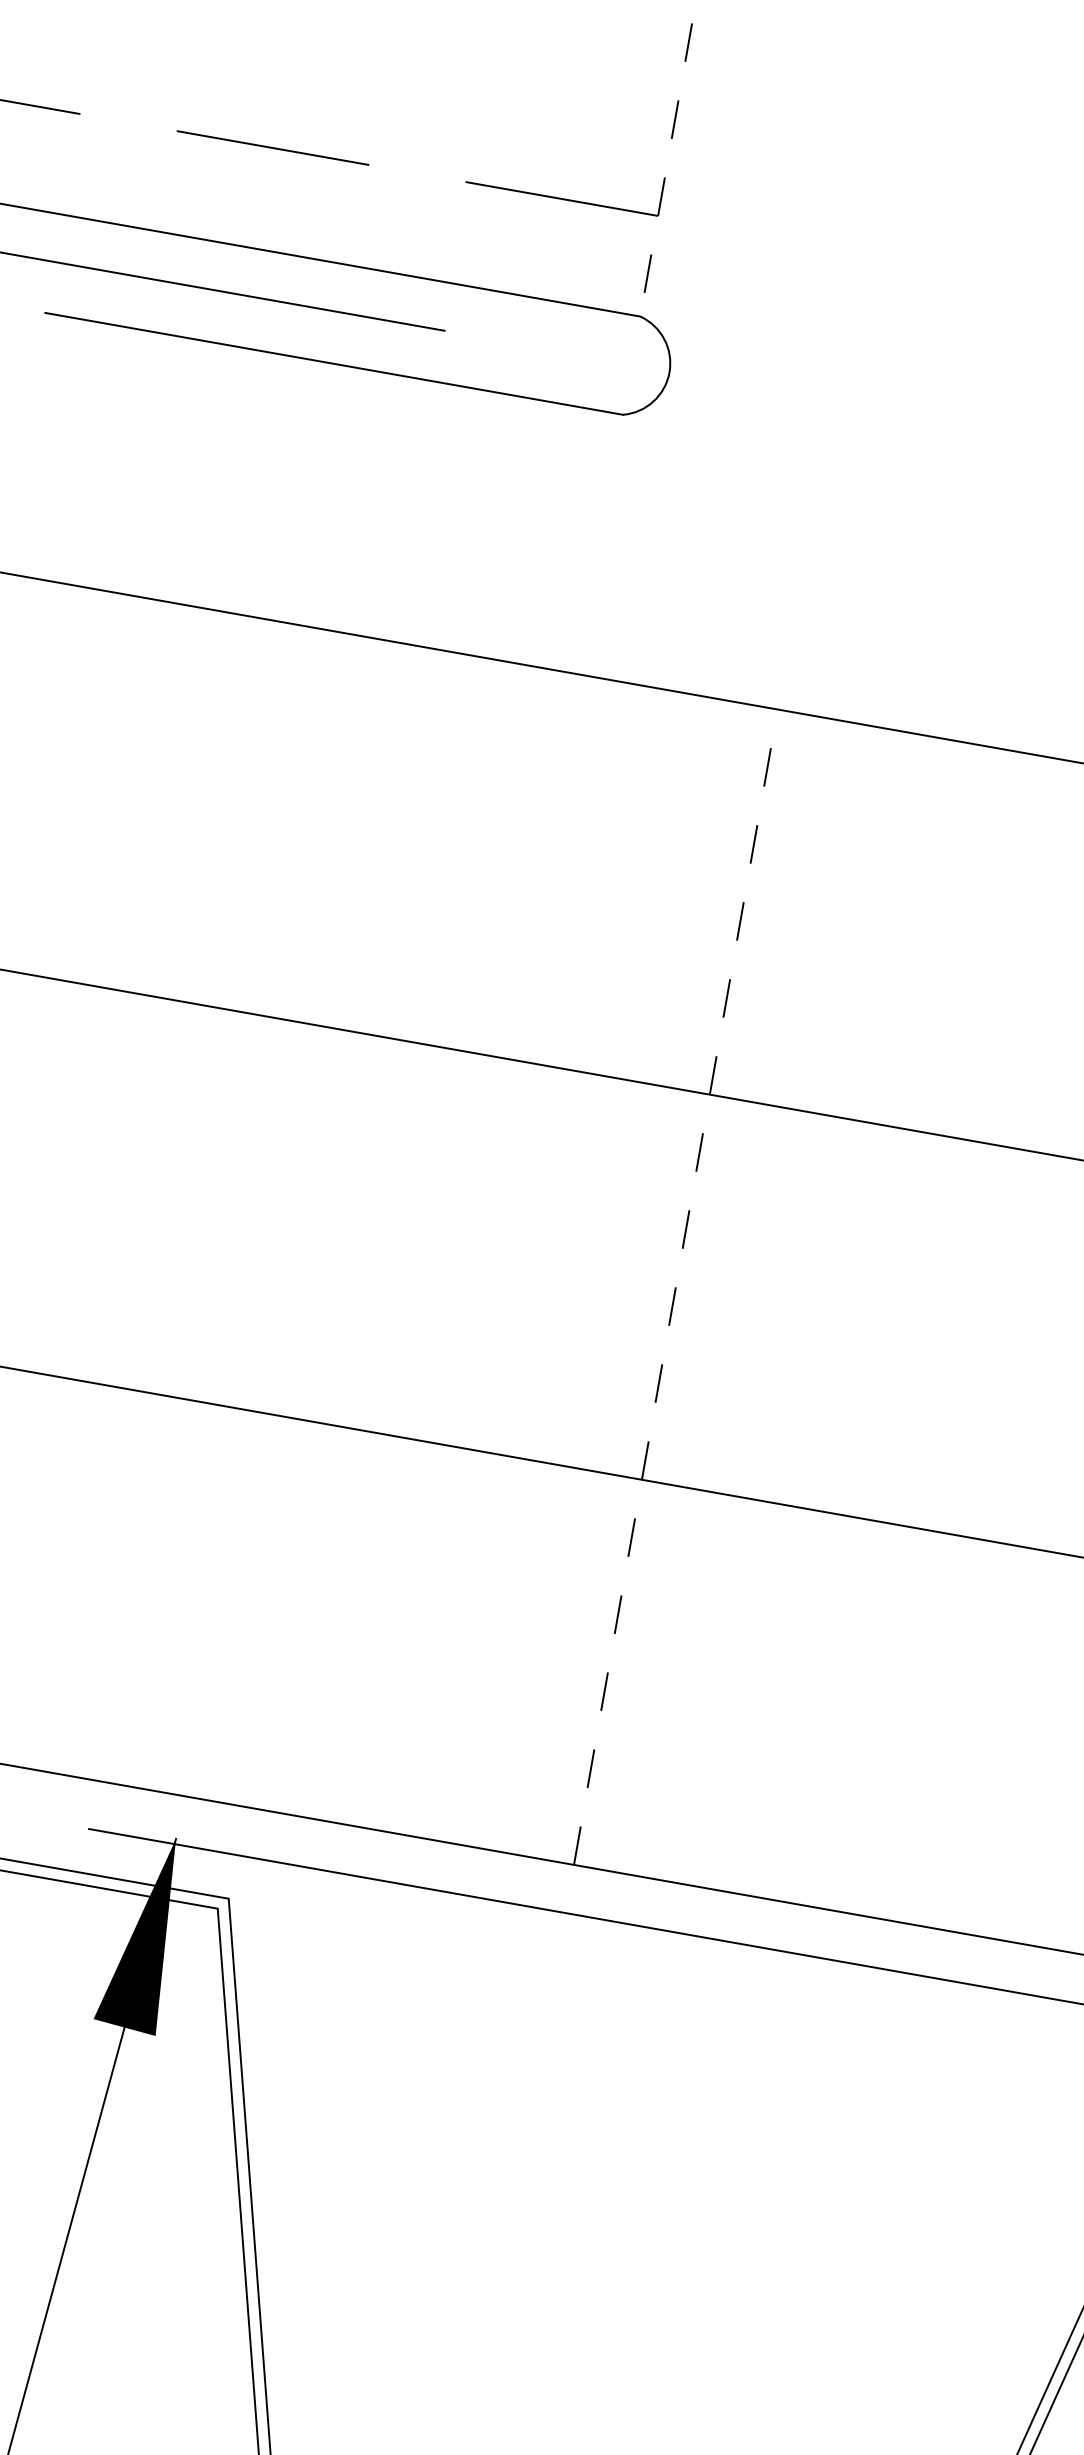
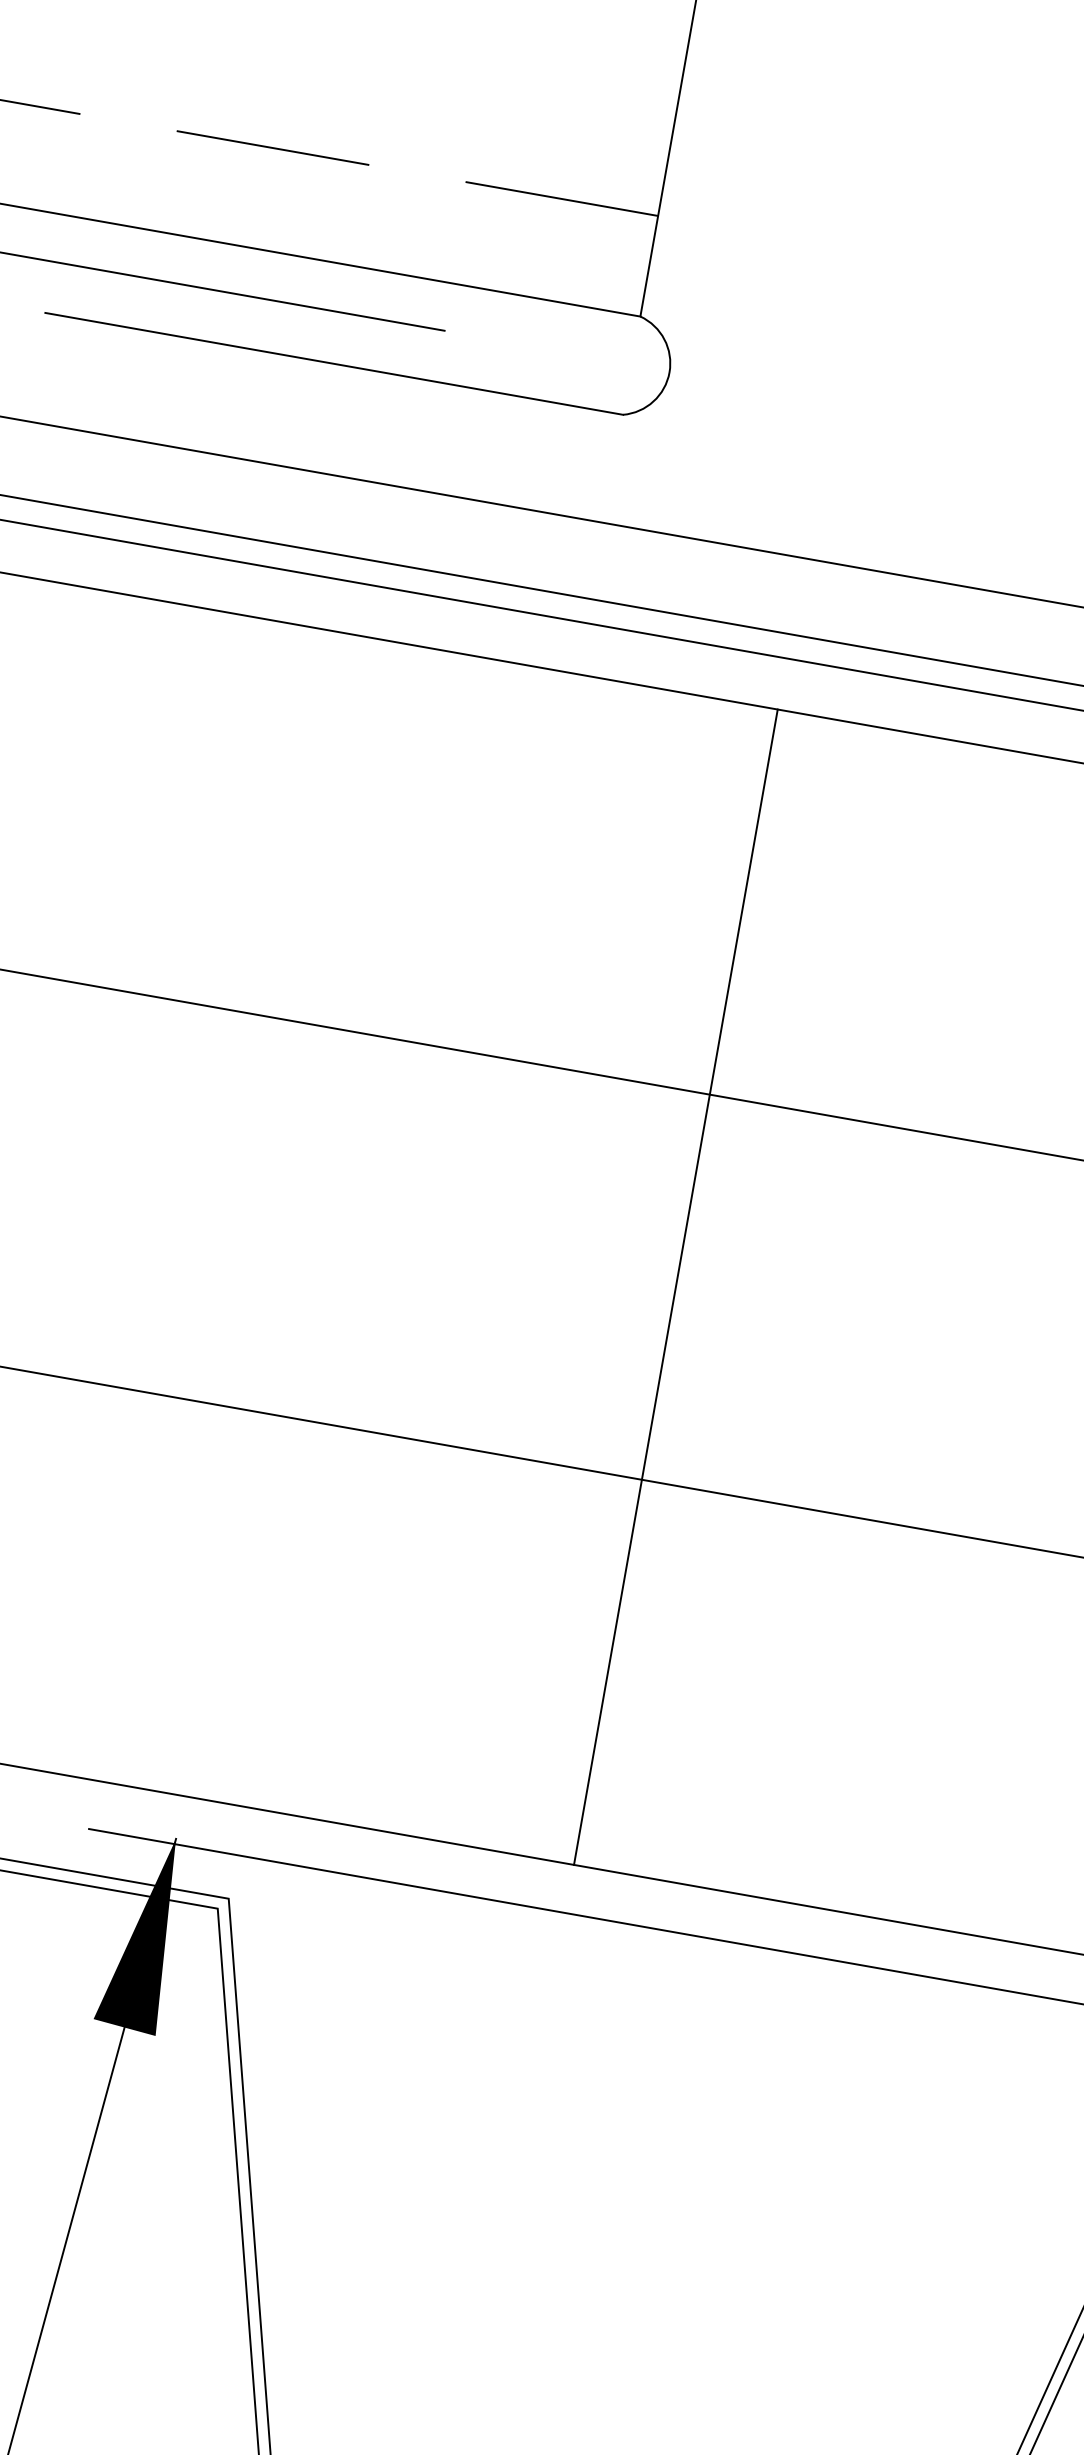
line at (668, 159): dashed -> solid
line at (541, 511): none -> present
line at (541, 590): none -> present
line at (541, 615): none -> present
line at (675, 1287): dashed -> solid
